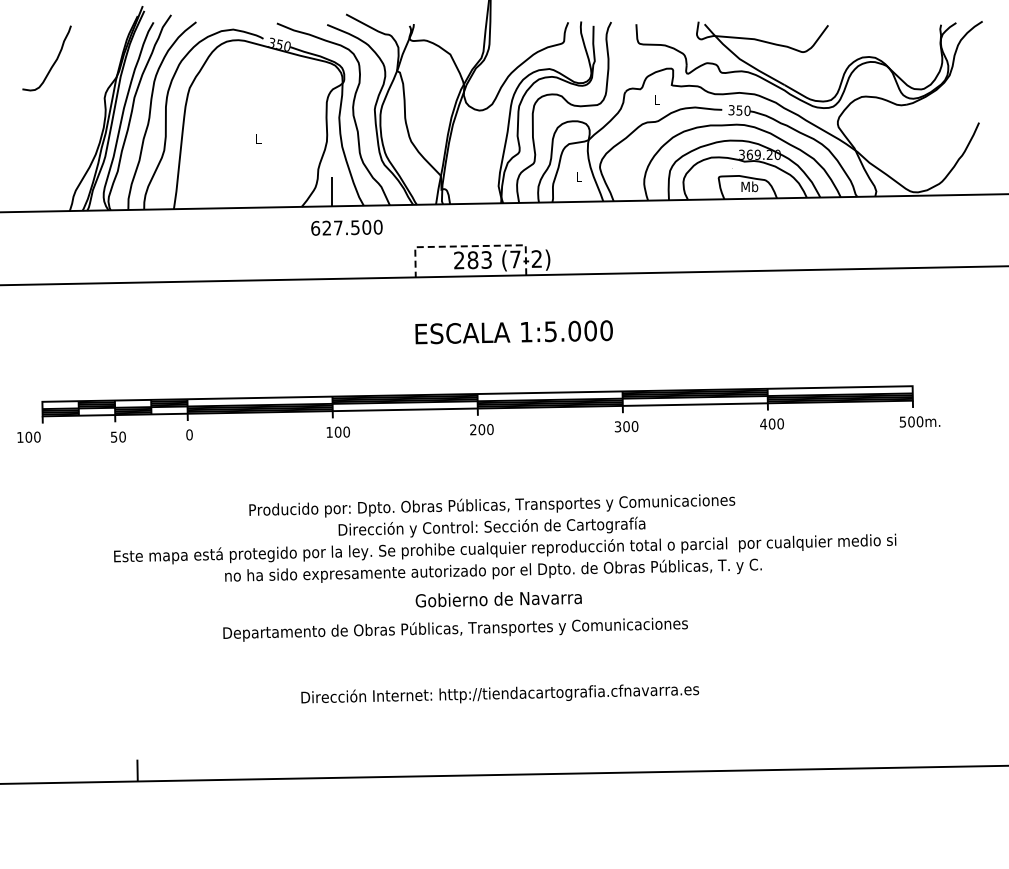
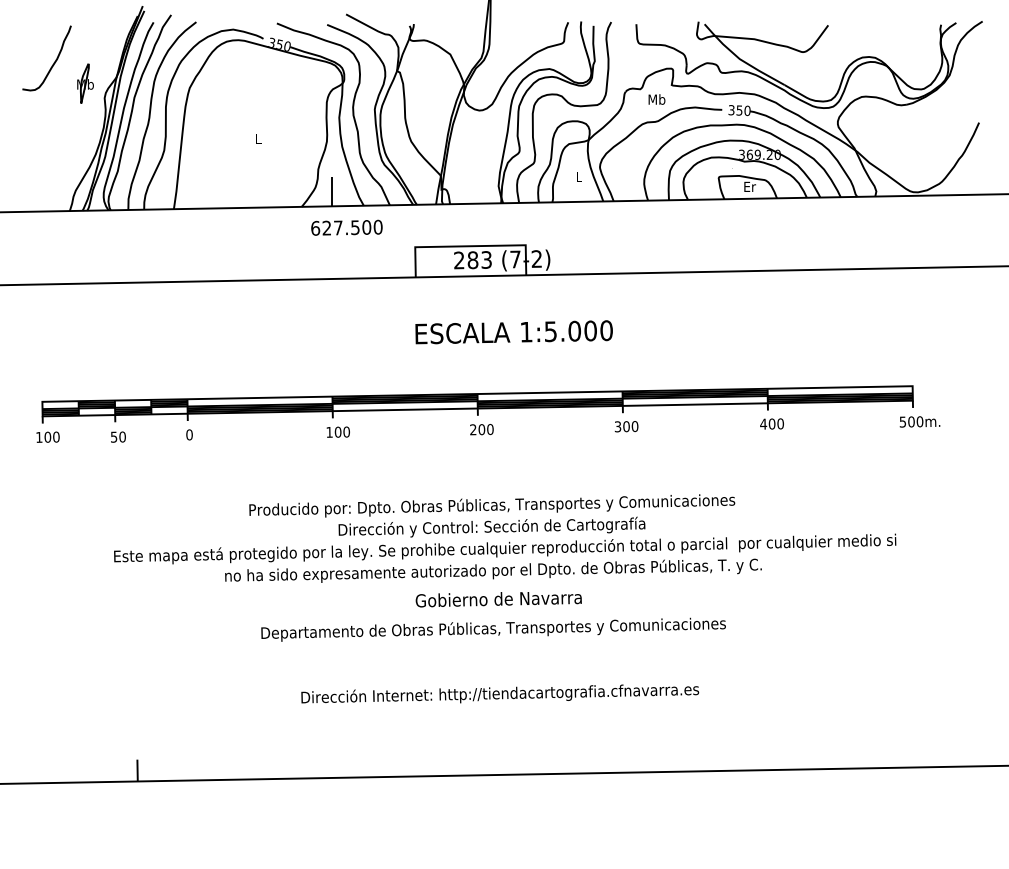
part at (85, 83): none -> present
text at (656, 99): L -> Mb
text at (749, 186): Mb -> Er
line at (469, 246): dashed -> solid
text at (28, 436) position: (28, 436) -> (47, 436)
text at (455, 629) position: (455, 629) -> (493, 629)
